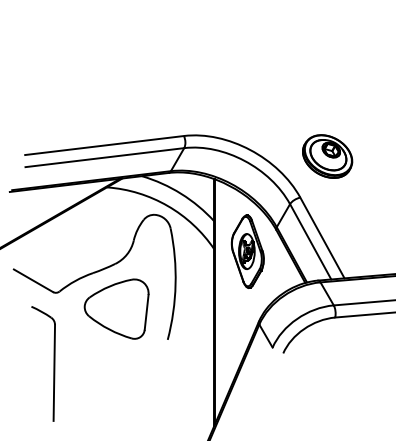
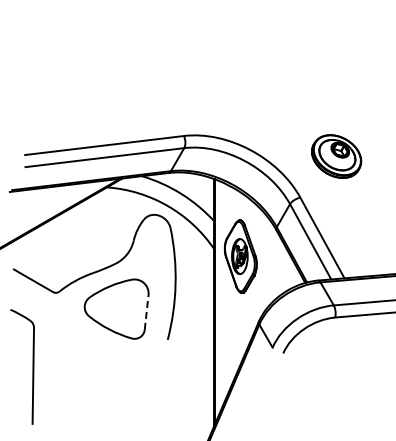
part at (327, 156) position: (327, 156) -> (336, 156)
part at (247, 251) position: (247, 251) -> (240, 256)
line at (146, 312): solid -> dashed
part at (53, 363) position: (53, 363) -> (32, 366)
